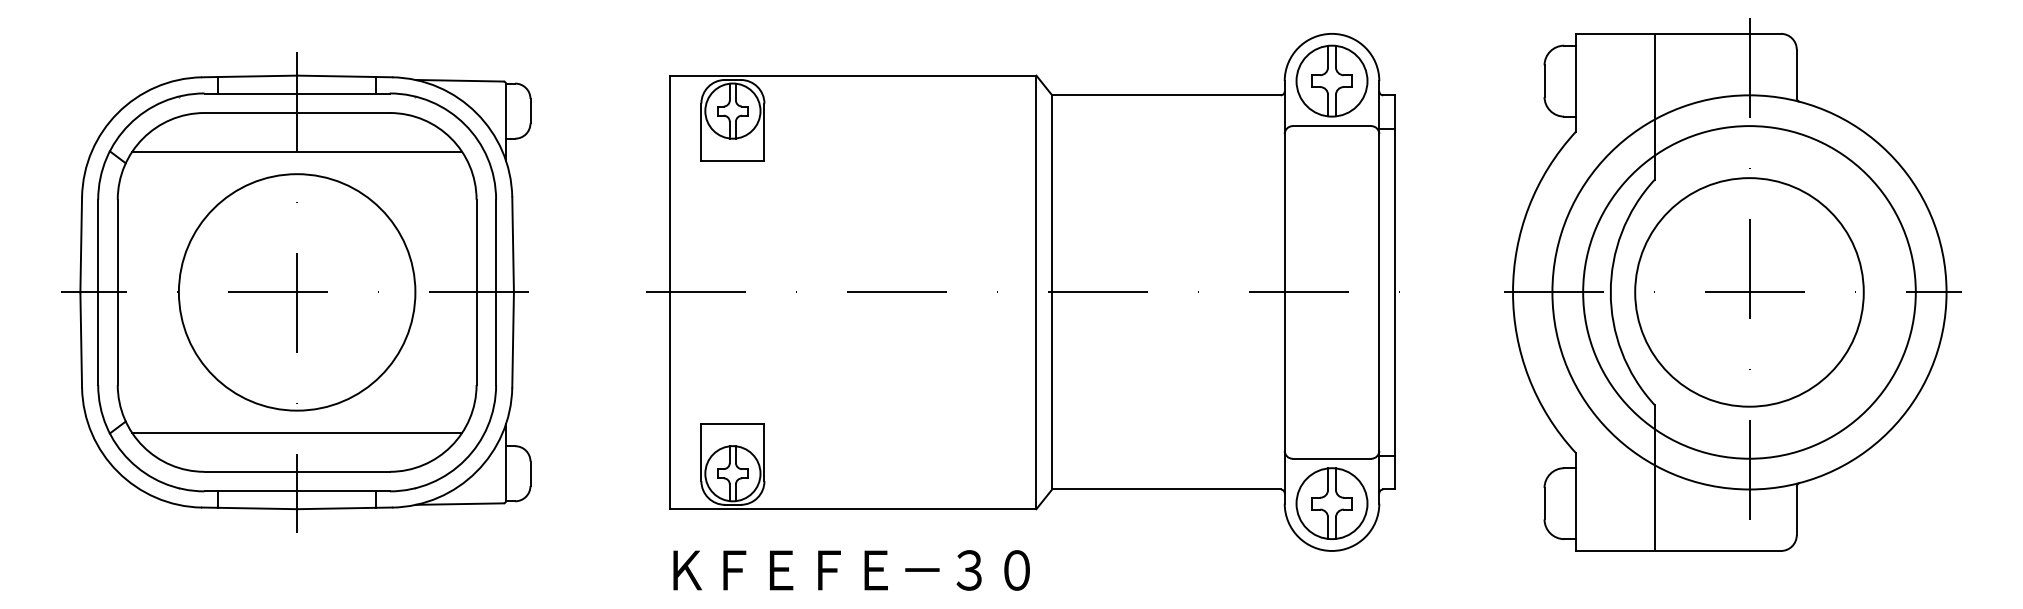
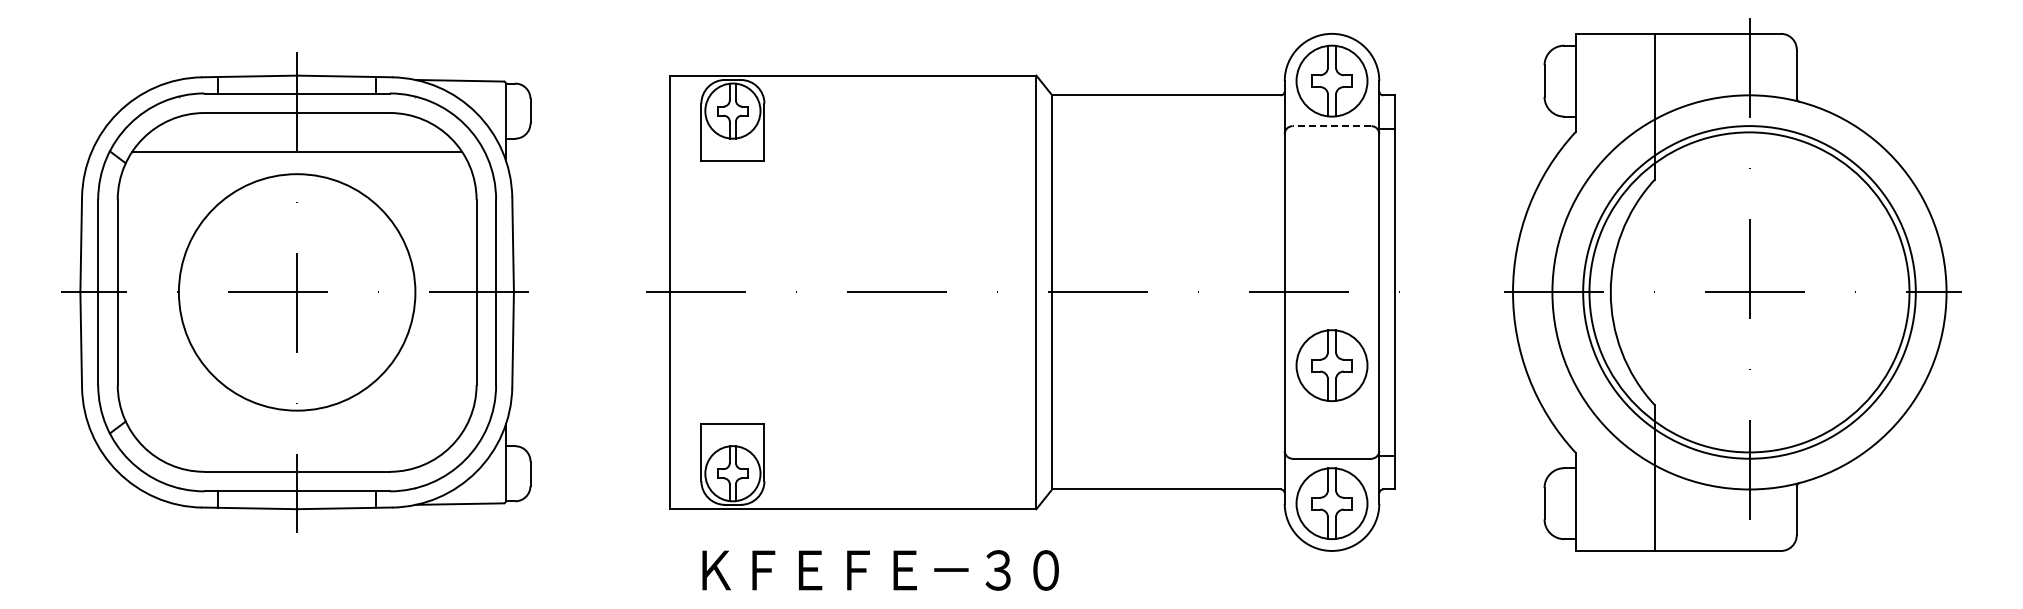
line at (1331, 126): solid -> dashed
circle at (1749, 292) diameter: 229 px -> 320 px
part at (1331, 365): none -> present
line at (297, 432): present -> none
text at (851, 570) position: (851, 570) -> (880, 570)
